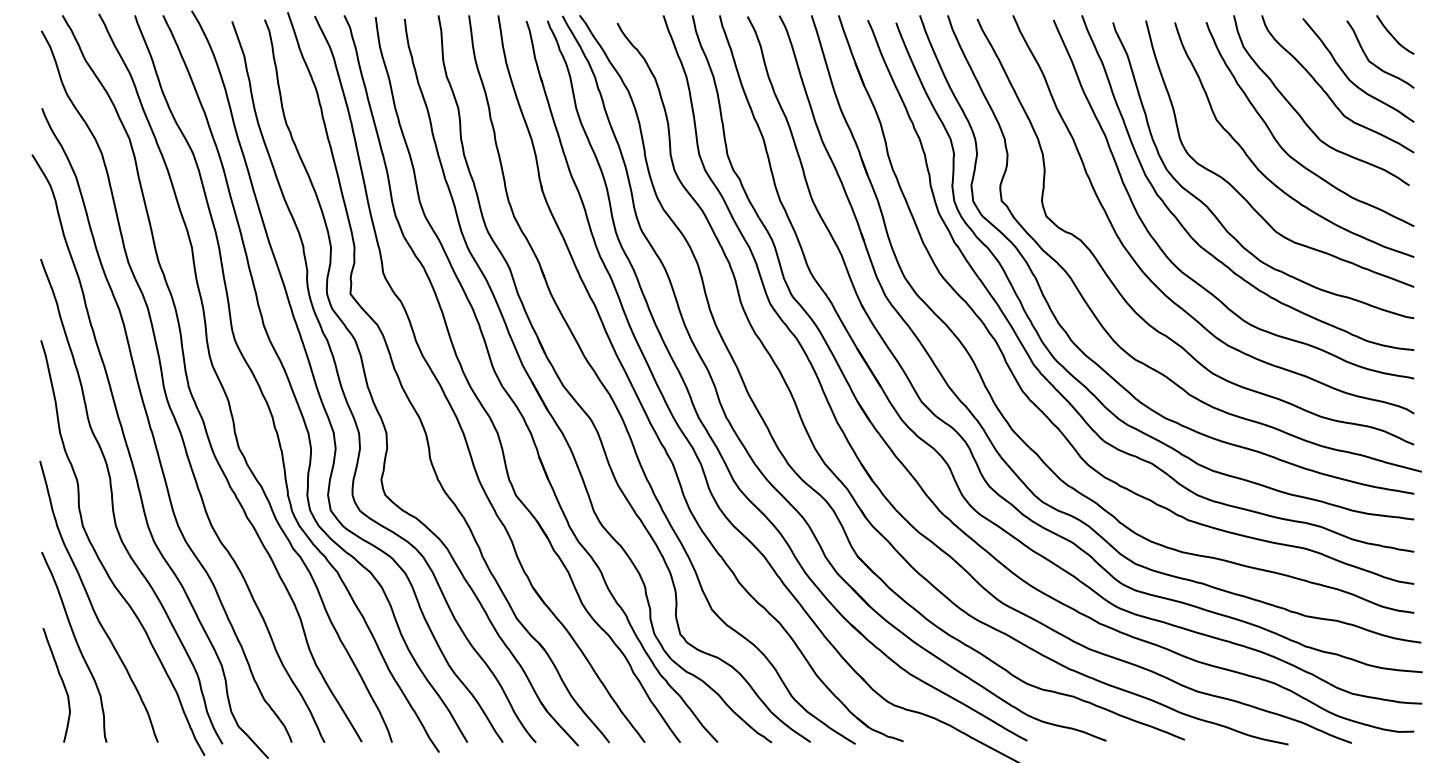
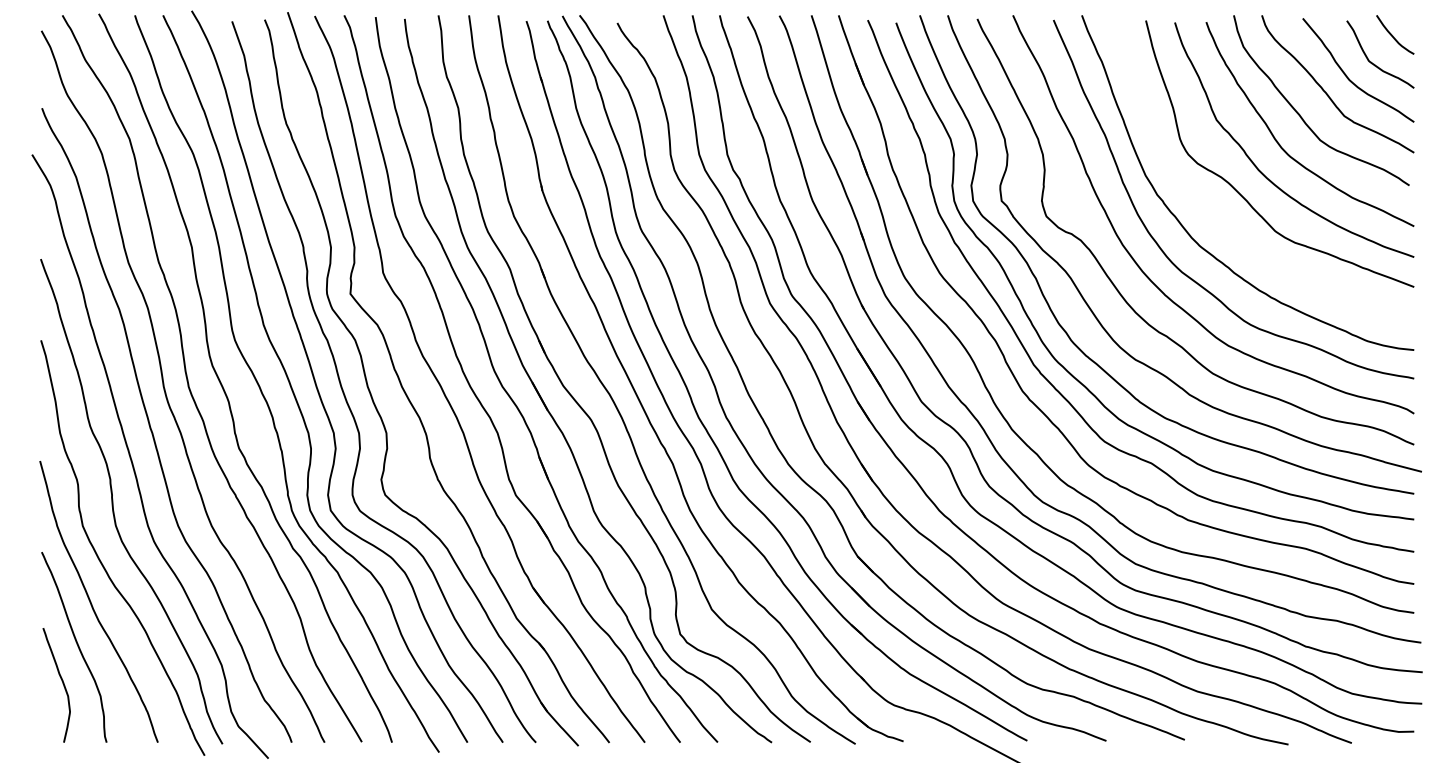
curve at (1214, 213): present -> none
